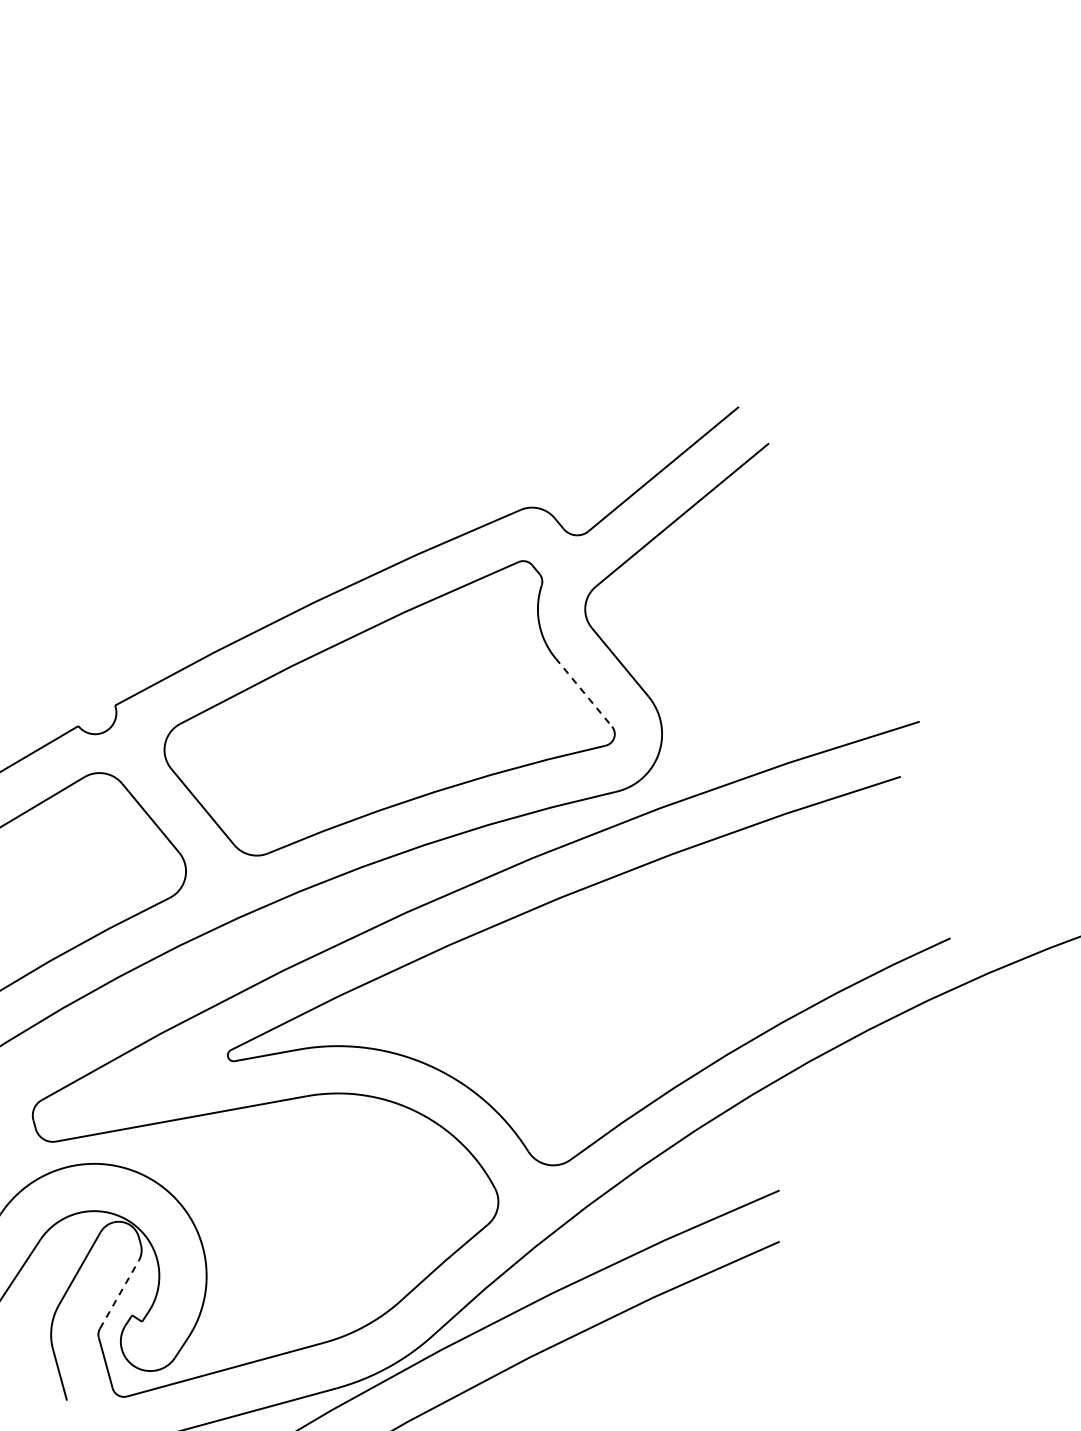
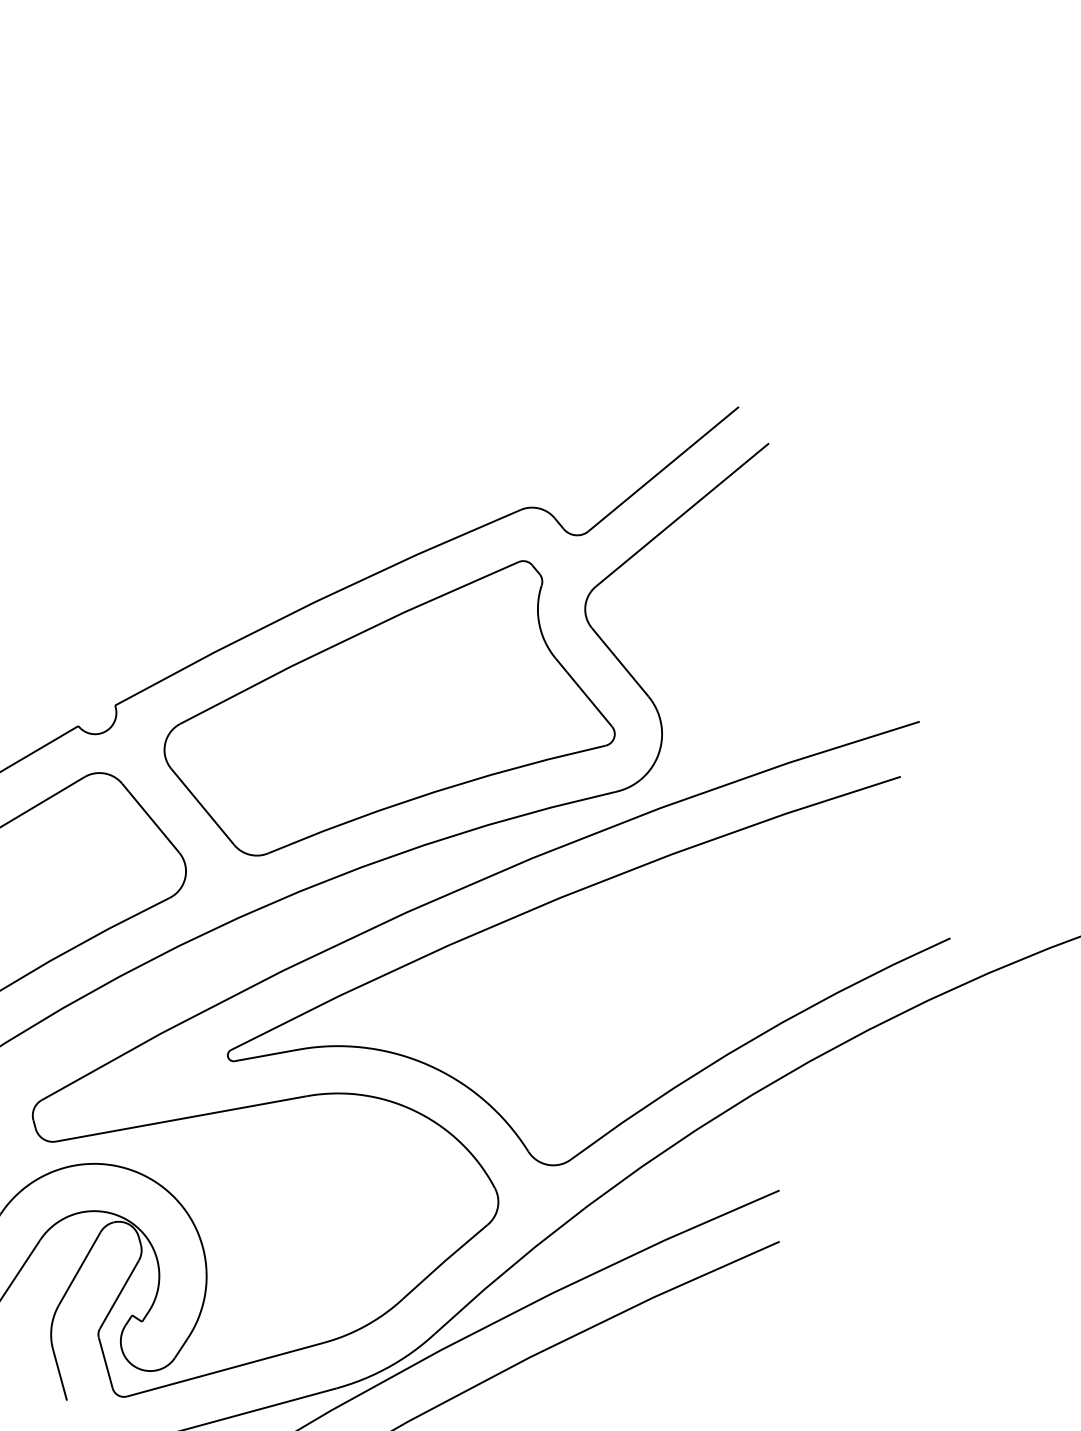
line at (584, 692): dashed -> solid
line at (119, 1294): dashed -> solid
